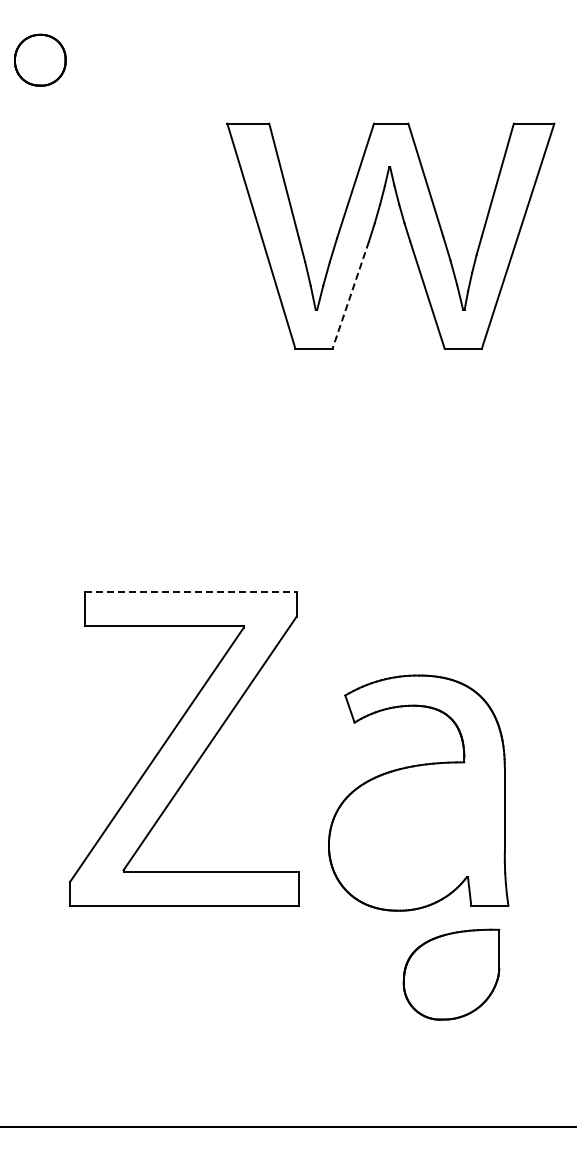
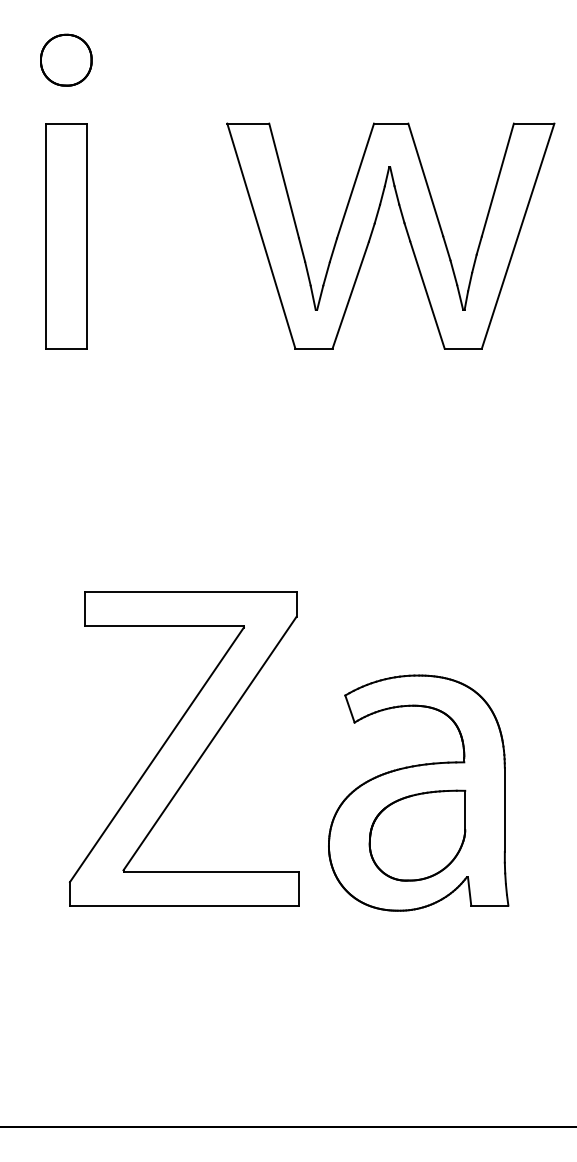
part at (40, 59) position: (40, 59) -> (66, 59)
part at (66, 236): none -> present
line at (350, 295): dashed -> solid
line at (190, 592): dashed -> solid
part at (451, 974) position: (451, 974) -> (417, 835)
